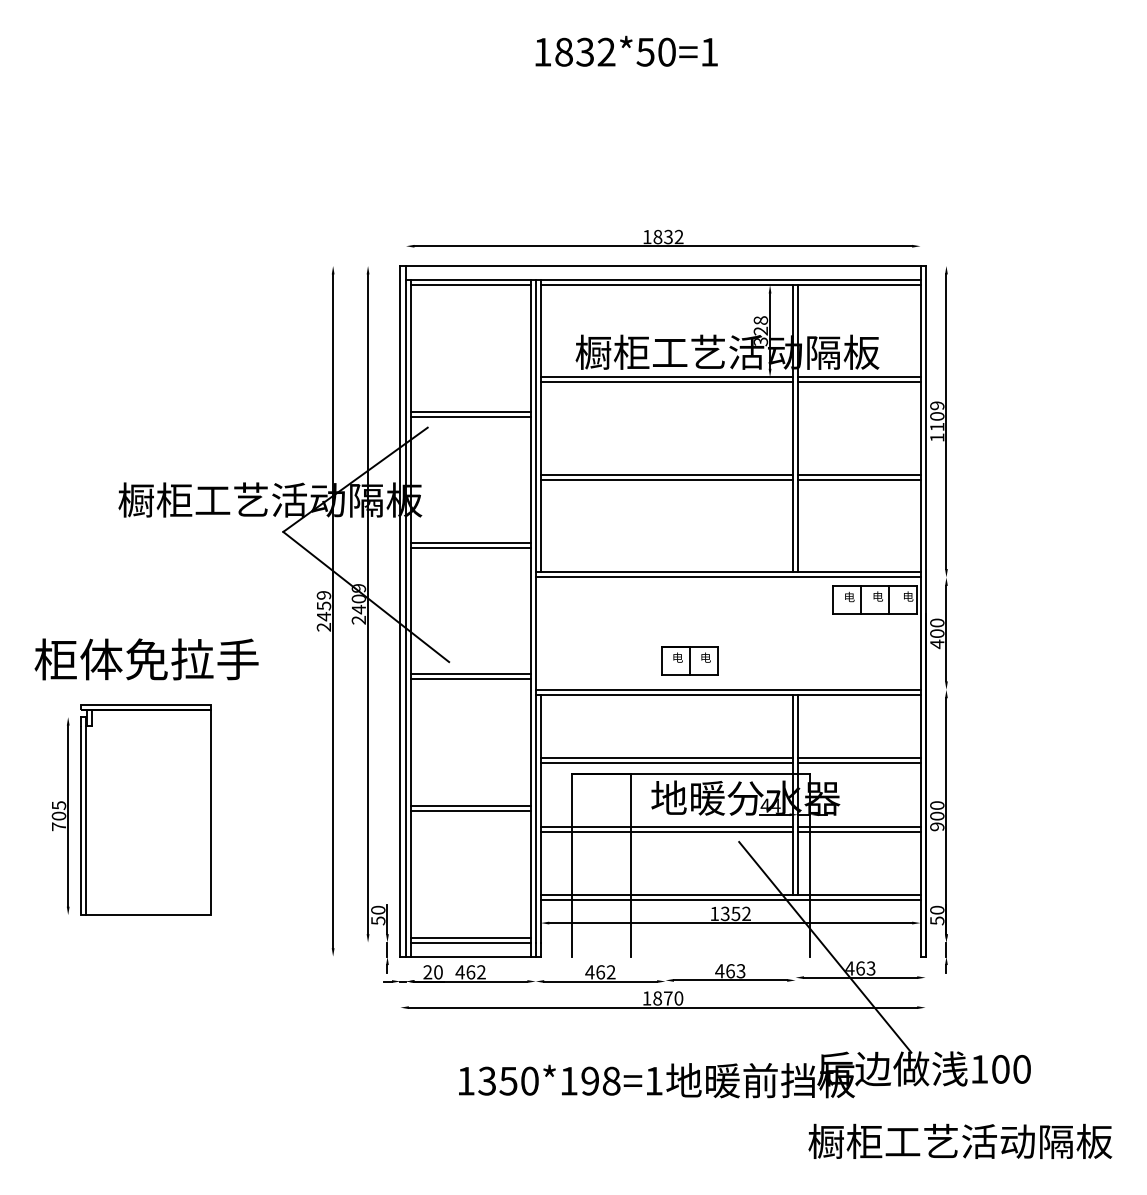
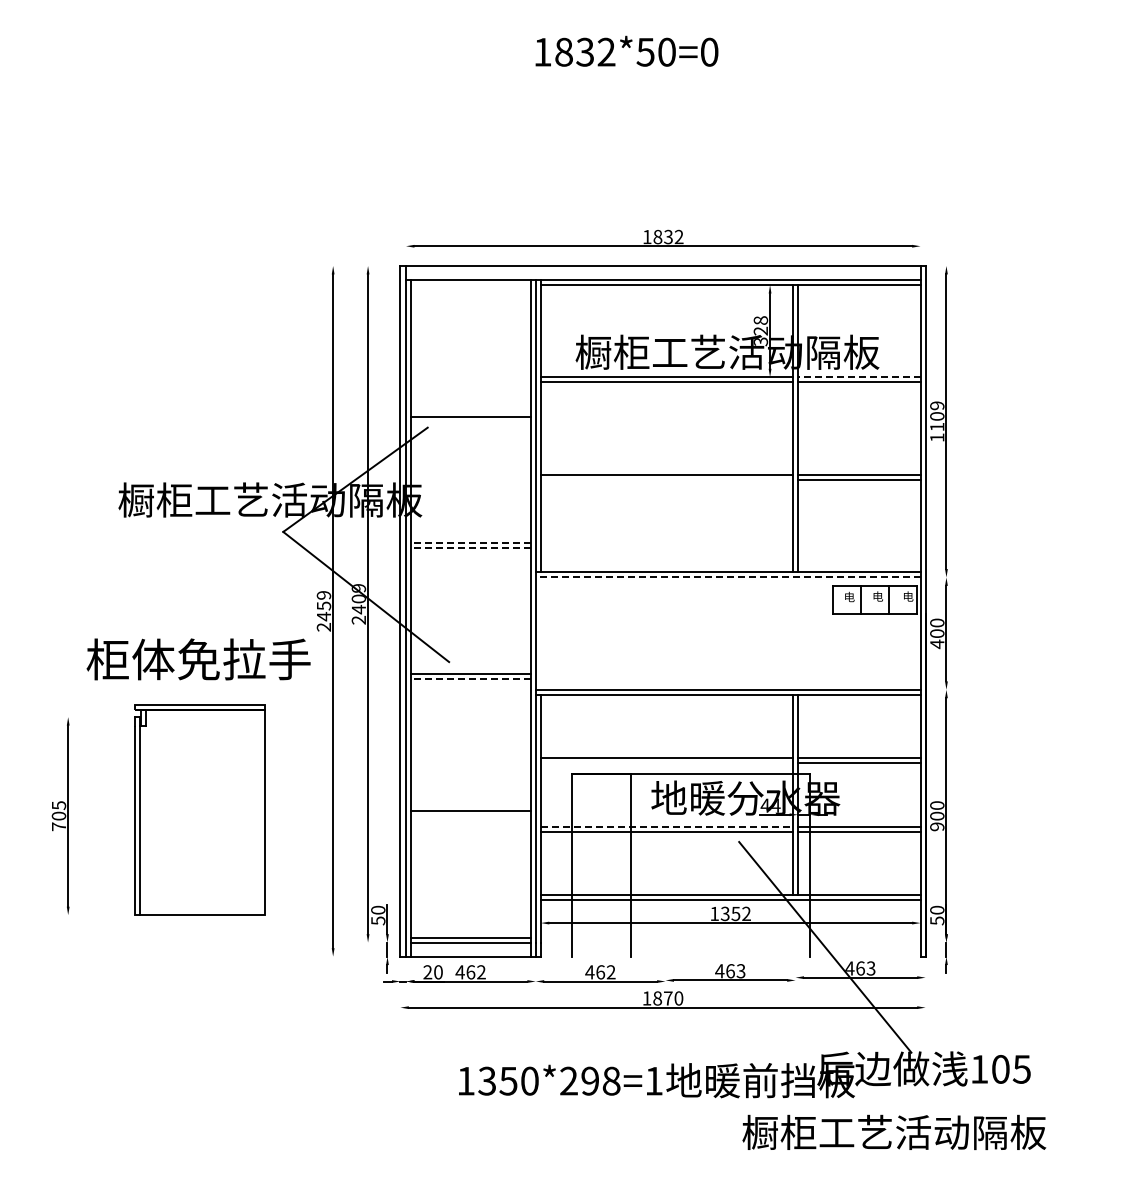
text at (709, 51): 1832*50=1 -> 1832*50=0
line at (470, 285): present -> none
line at (858, 377): solid -> dashed
line at (470, 411): present -> none
line at (666, 480): present -> none
line at (470, 542): solid -> dashed
line at (470, 548): solid -> dashed
line at (727, 577): solid -> dashed
text at (146, 659) position: (146, 659) -> (198, 659)
part at (689, 660): present -> none
line at (470, 679): solid -> dashed
line at (666, 763): present -> none
line at (470, 805): present -> none
part at (145, 809) position: (145, 809) -> (199, 809)
line at (667, 826): solid -> dashed
text at (1021, 1069): 100 -> 105
text at (568, 1080): 1350*198=1 -> 1350*298=1
text at (960, 1140) position: (960, 1140) -> (894, 1131)
